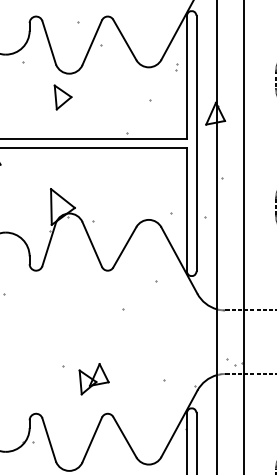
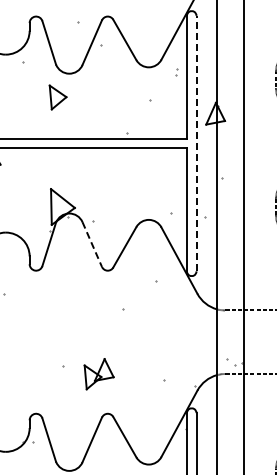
part at (176, 67) position: (176, 67) -> (176, 72)
part at (62, 97) position: (62, 97) -> (57, 97)
line at (196, 143): solid -> dashed
line at (92, 244): solid -> dashed
part at (93, 379) position: (93, 379) -> (98, 374)
